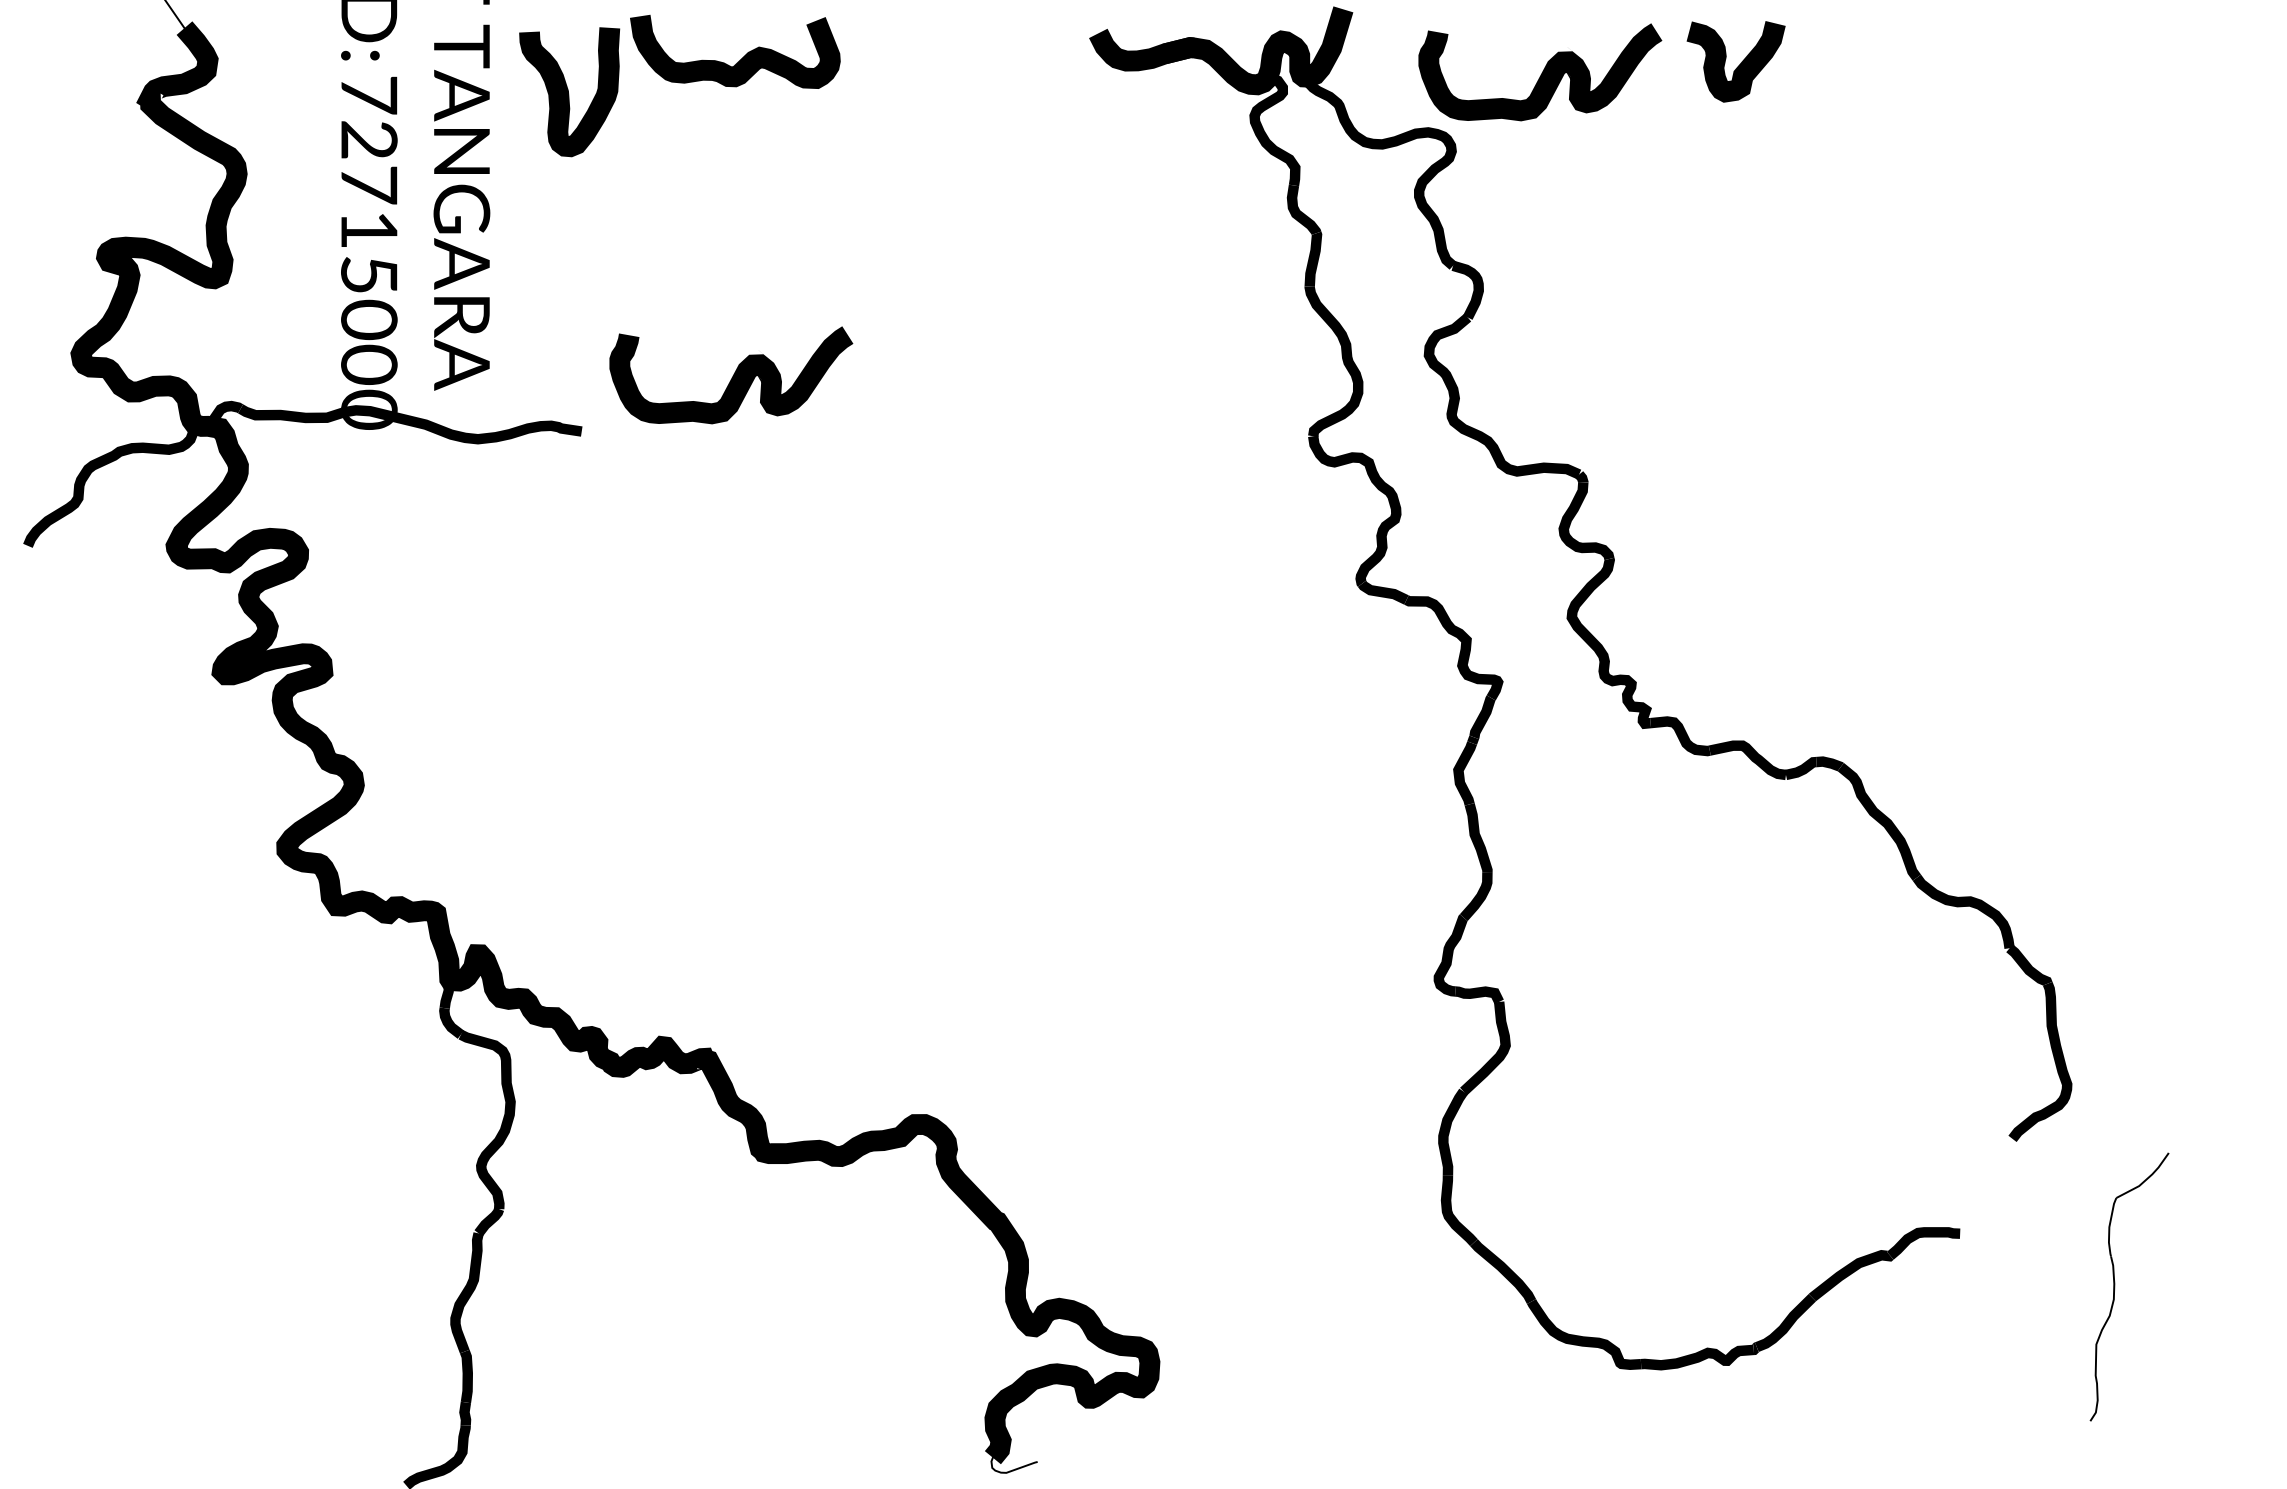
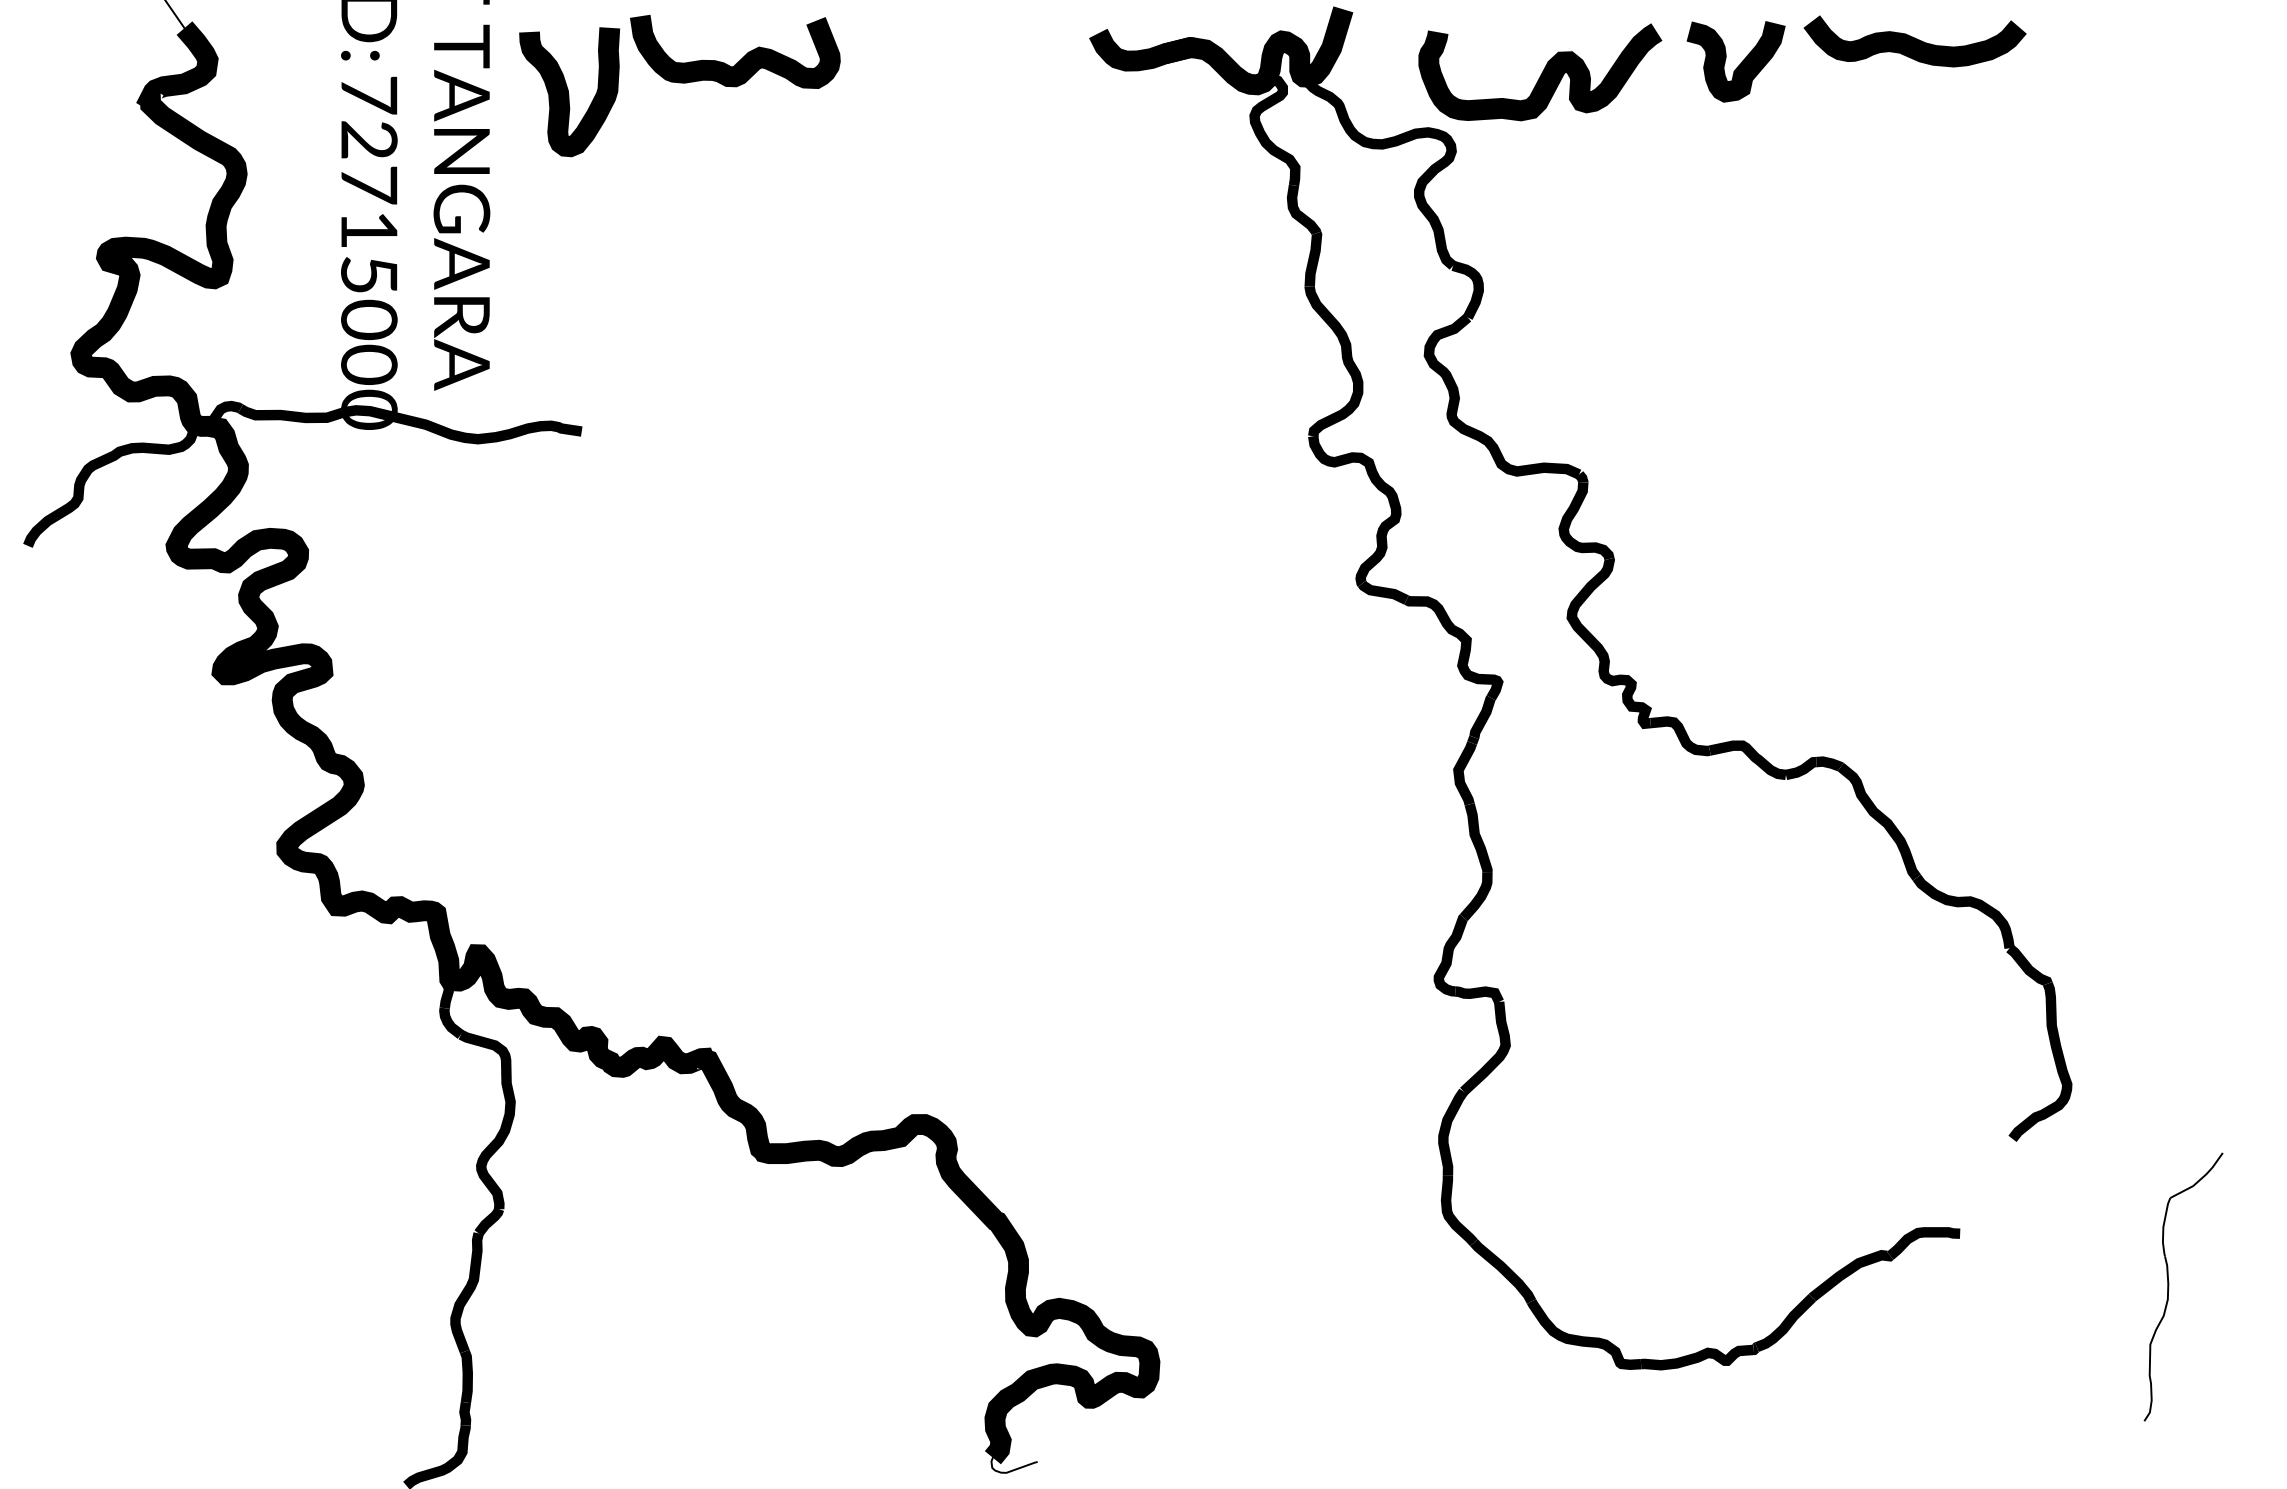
curve at (1914, 41): none -> present
curve at (732, 376): present -> none
part at (2115, 1286) position: (2115, 1286) -> (2169, 1286)
